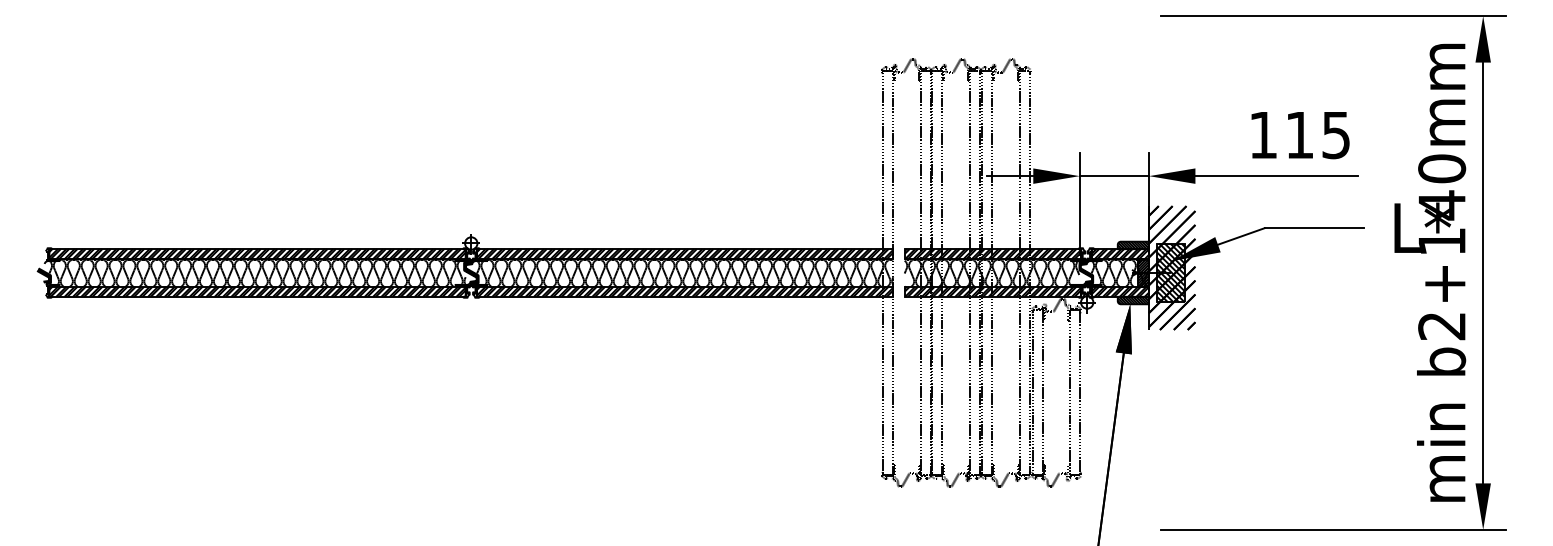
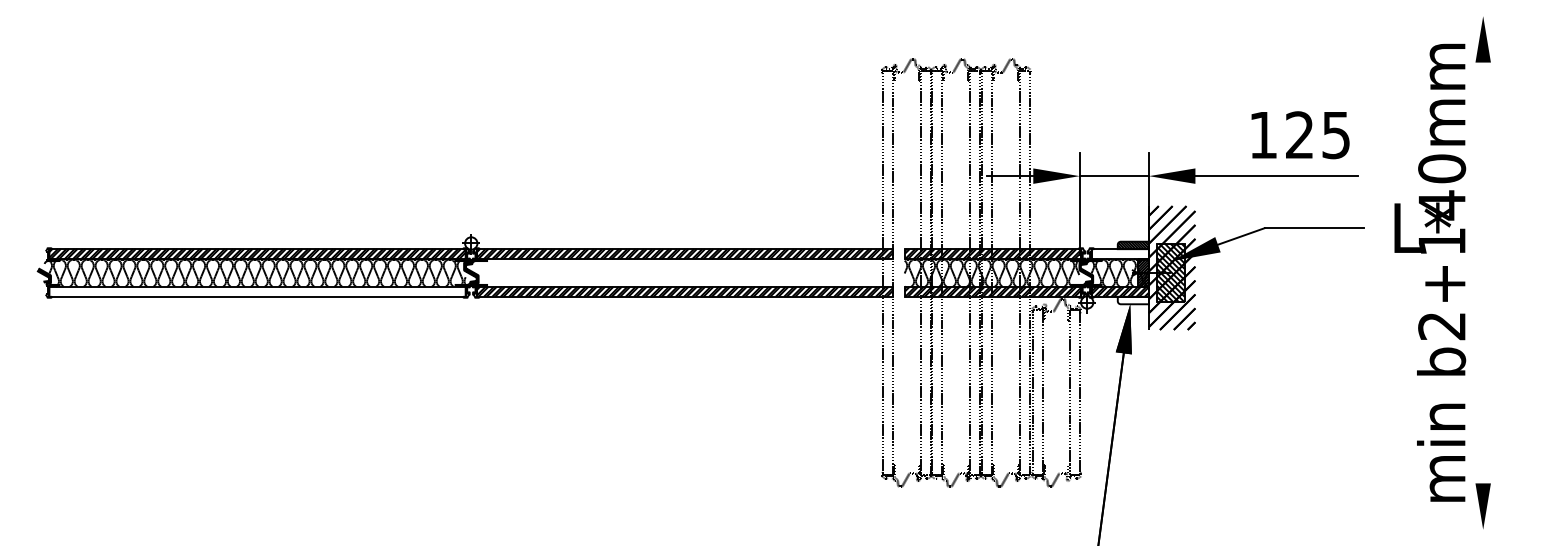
line at (1333, 16): present -> none
text at (1299, 134): 115 -> 125
hatch at (1120, 254): present -> none
hatch at (685, 272): present -> none
line at (1483, 272): present -> none
hatch at (257, 291): present -> none
hatch at (1133, 300): present -> none
line at (1333, 529): present -> none
